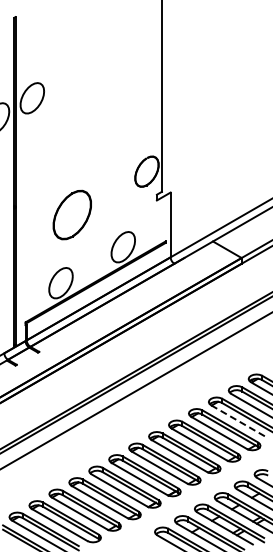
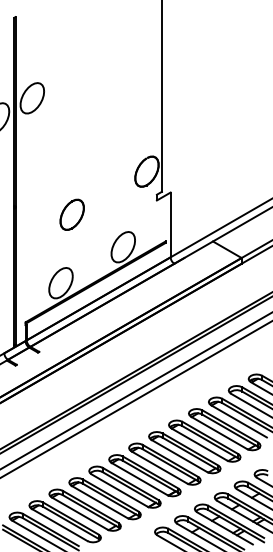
part at (71, 214) size: 40x52 px -> 26x33 px
line at (135, 399): none -> present
line at (239, 421): dashed -> solid
